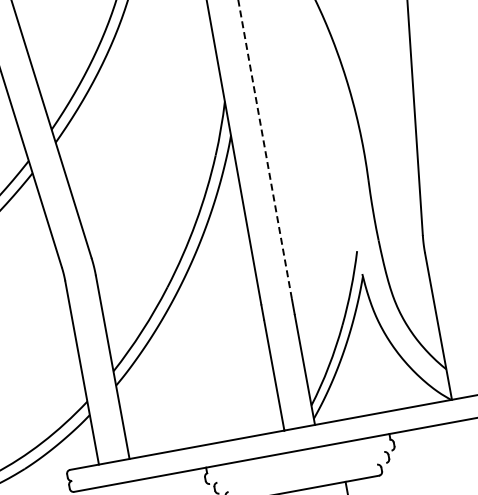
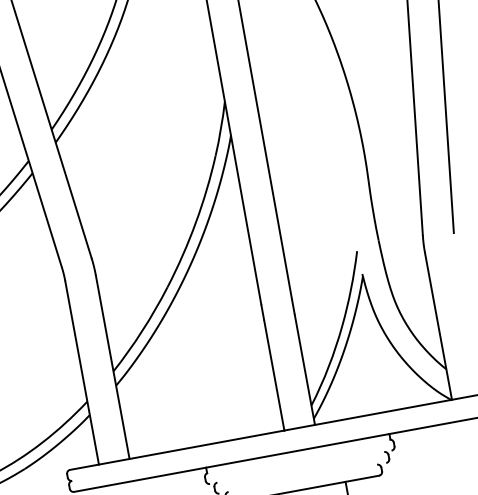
line at (445, 117): none -> present
line at (265, 149): dashed -> solid
